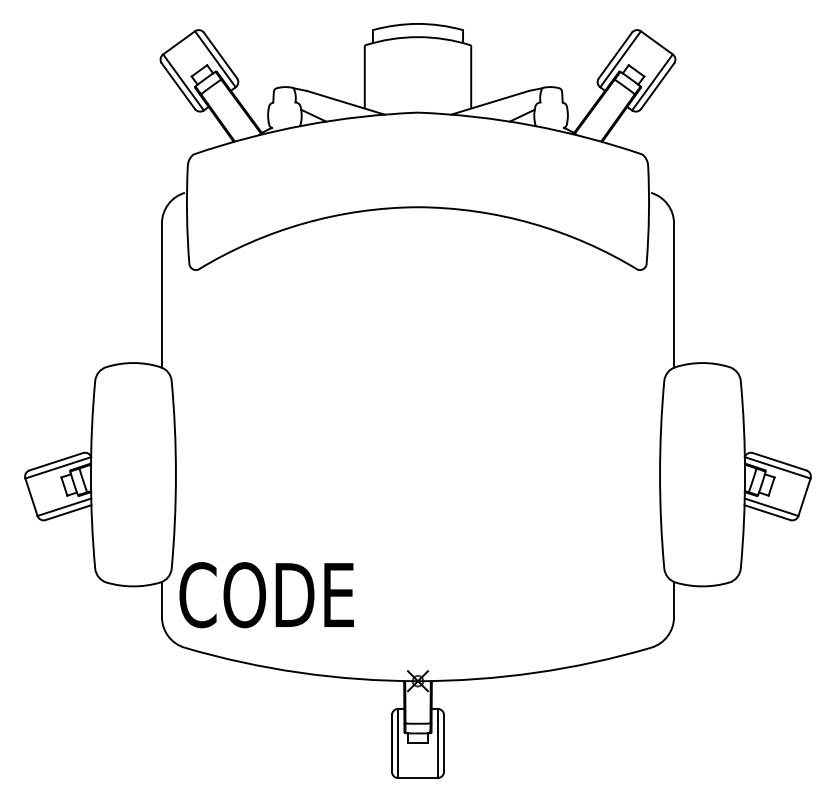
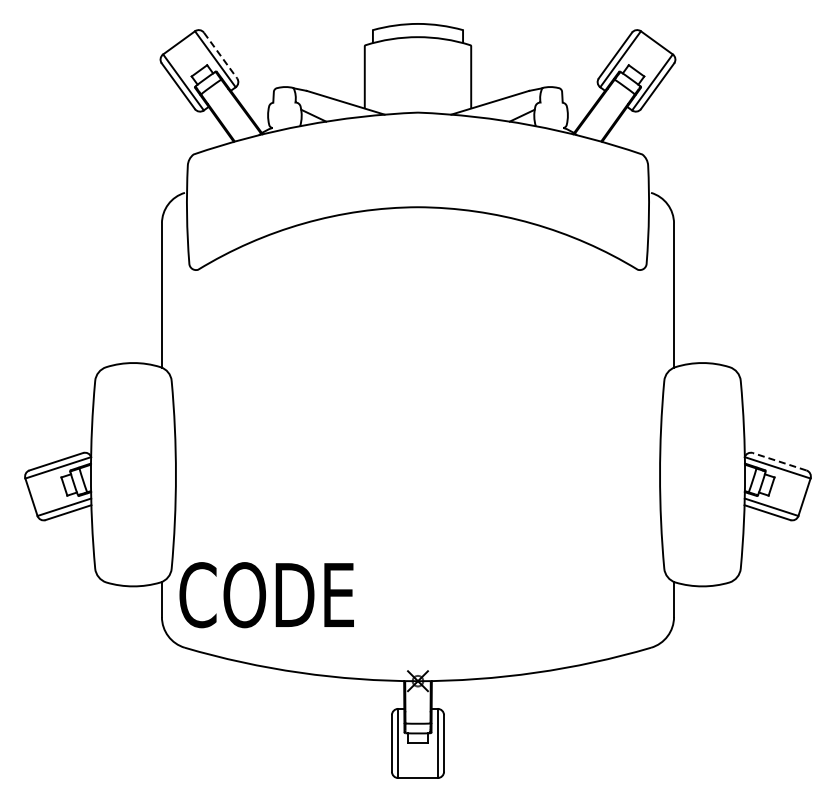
line at (220, 55): solid -> dashed
line at (779, 461): solid -> dashed
